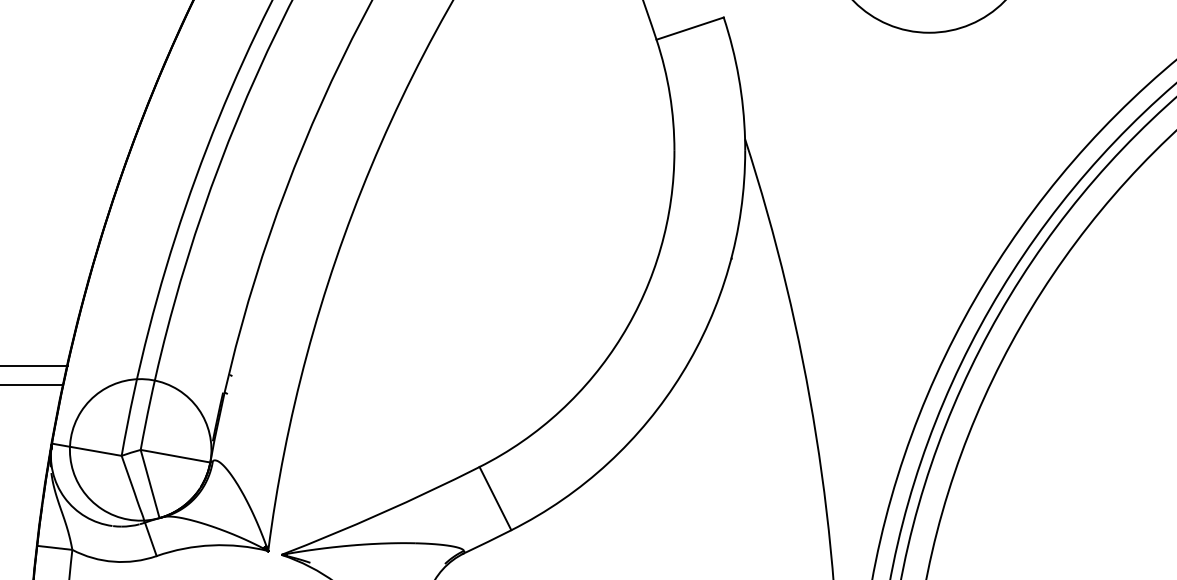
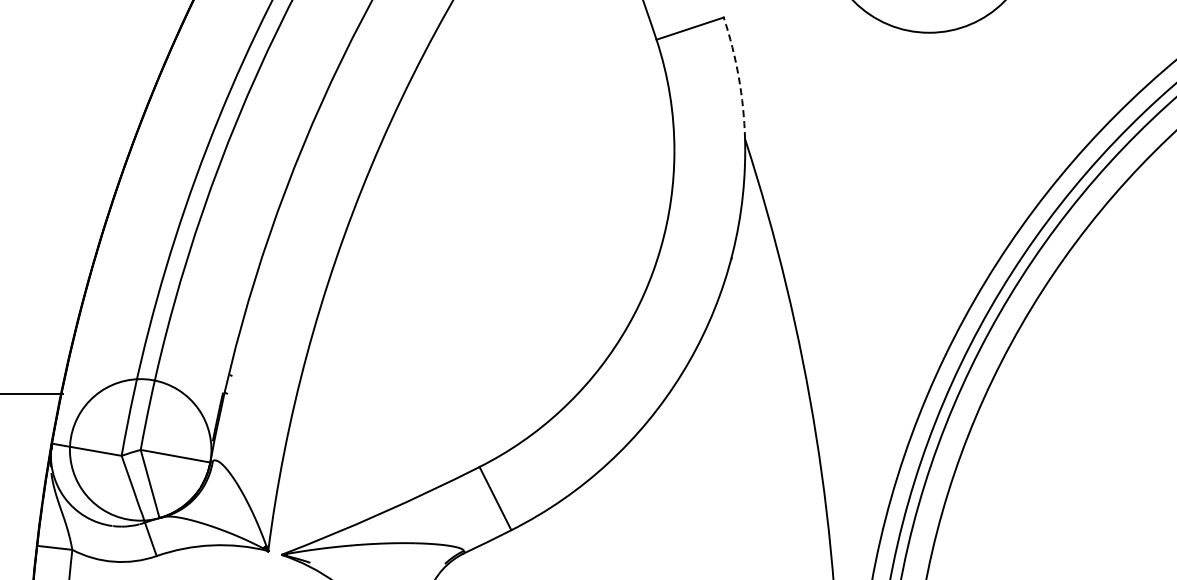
arc at (738, 77): solid -> dashed
line at (35, 366): present -> none
line at (32, 385) position: (32, 385) -> (32, 394)
